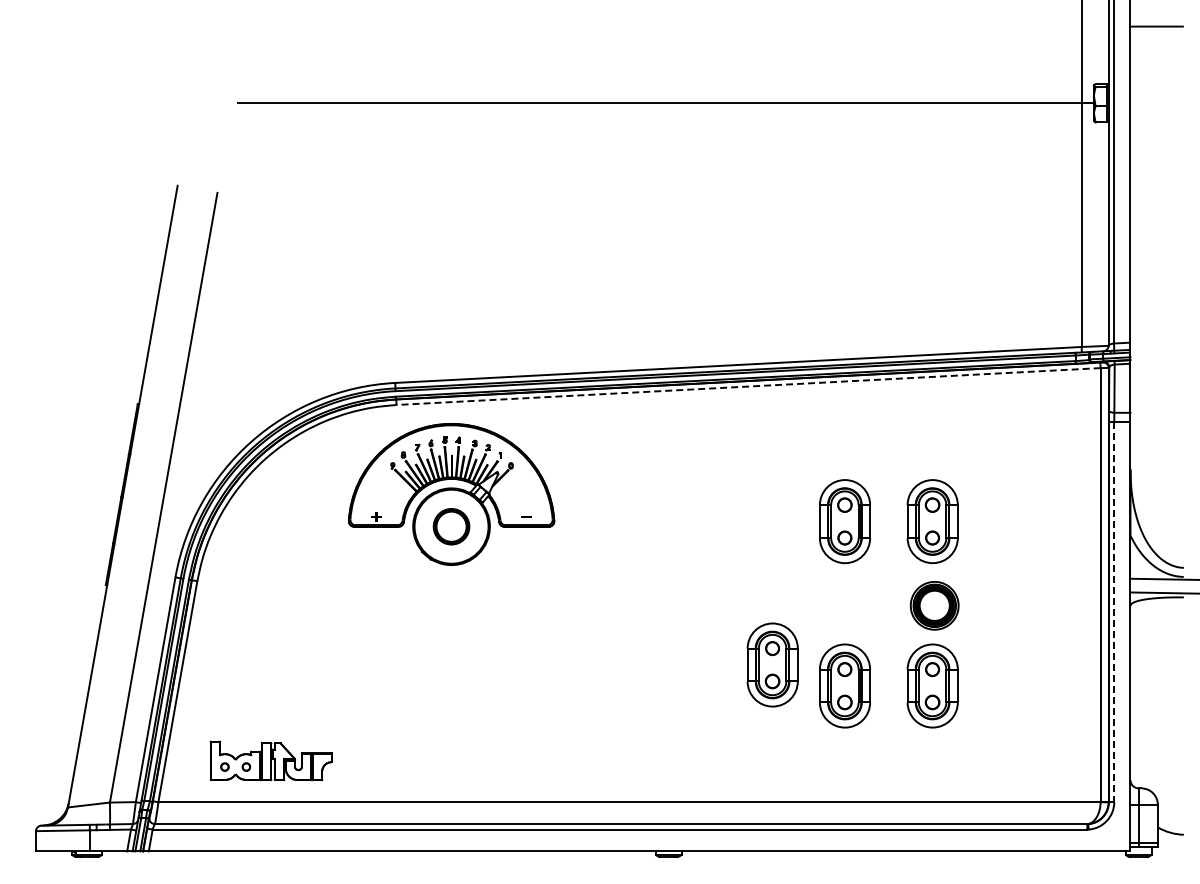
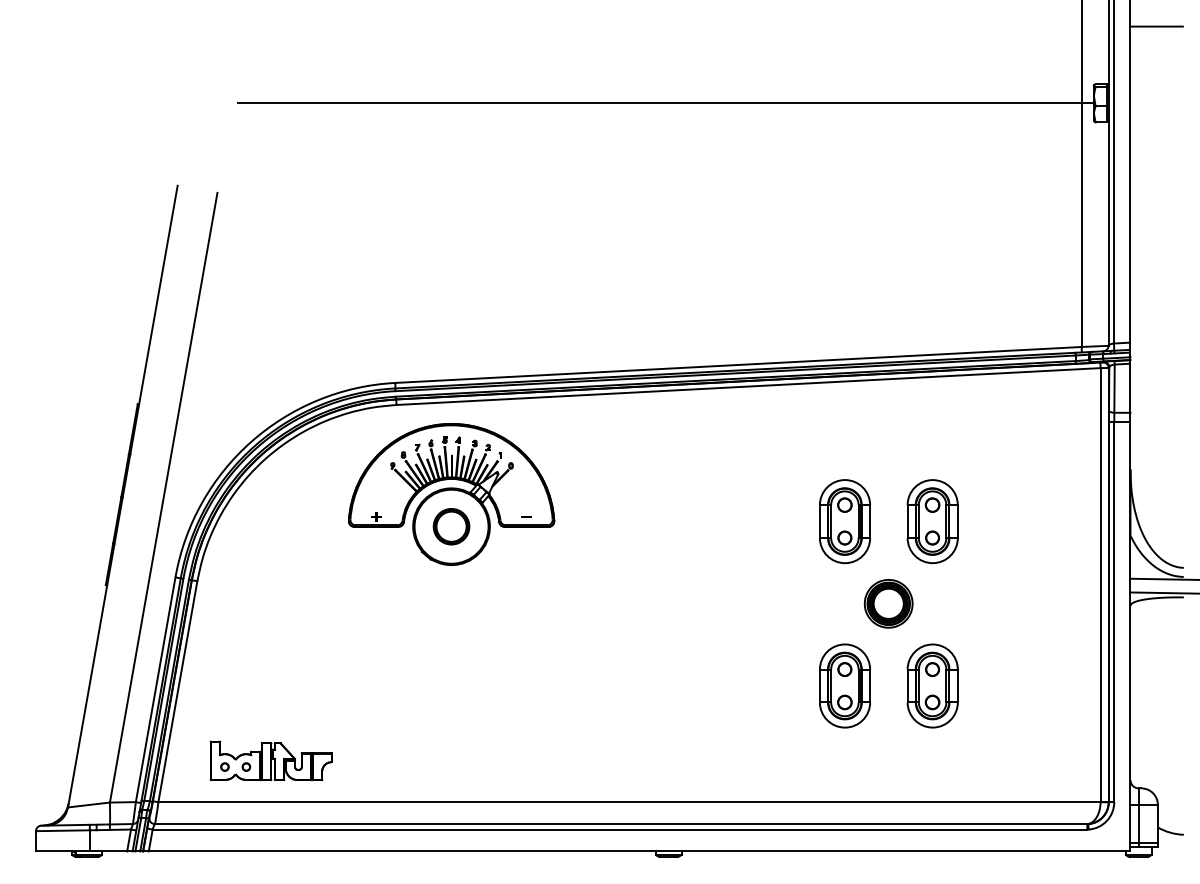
line at (748, 386): dashed -> solid
part at (934, 605) position: (934, 605) -> (888, 603)
line at (1114, 612): dashed -> solid
part at (772, 664): present -> none
